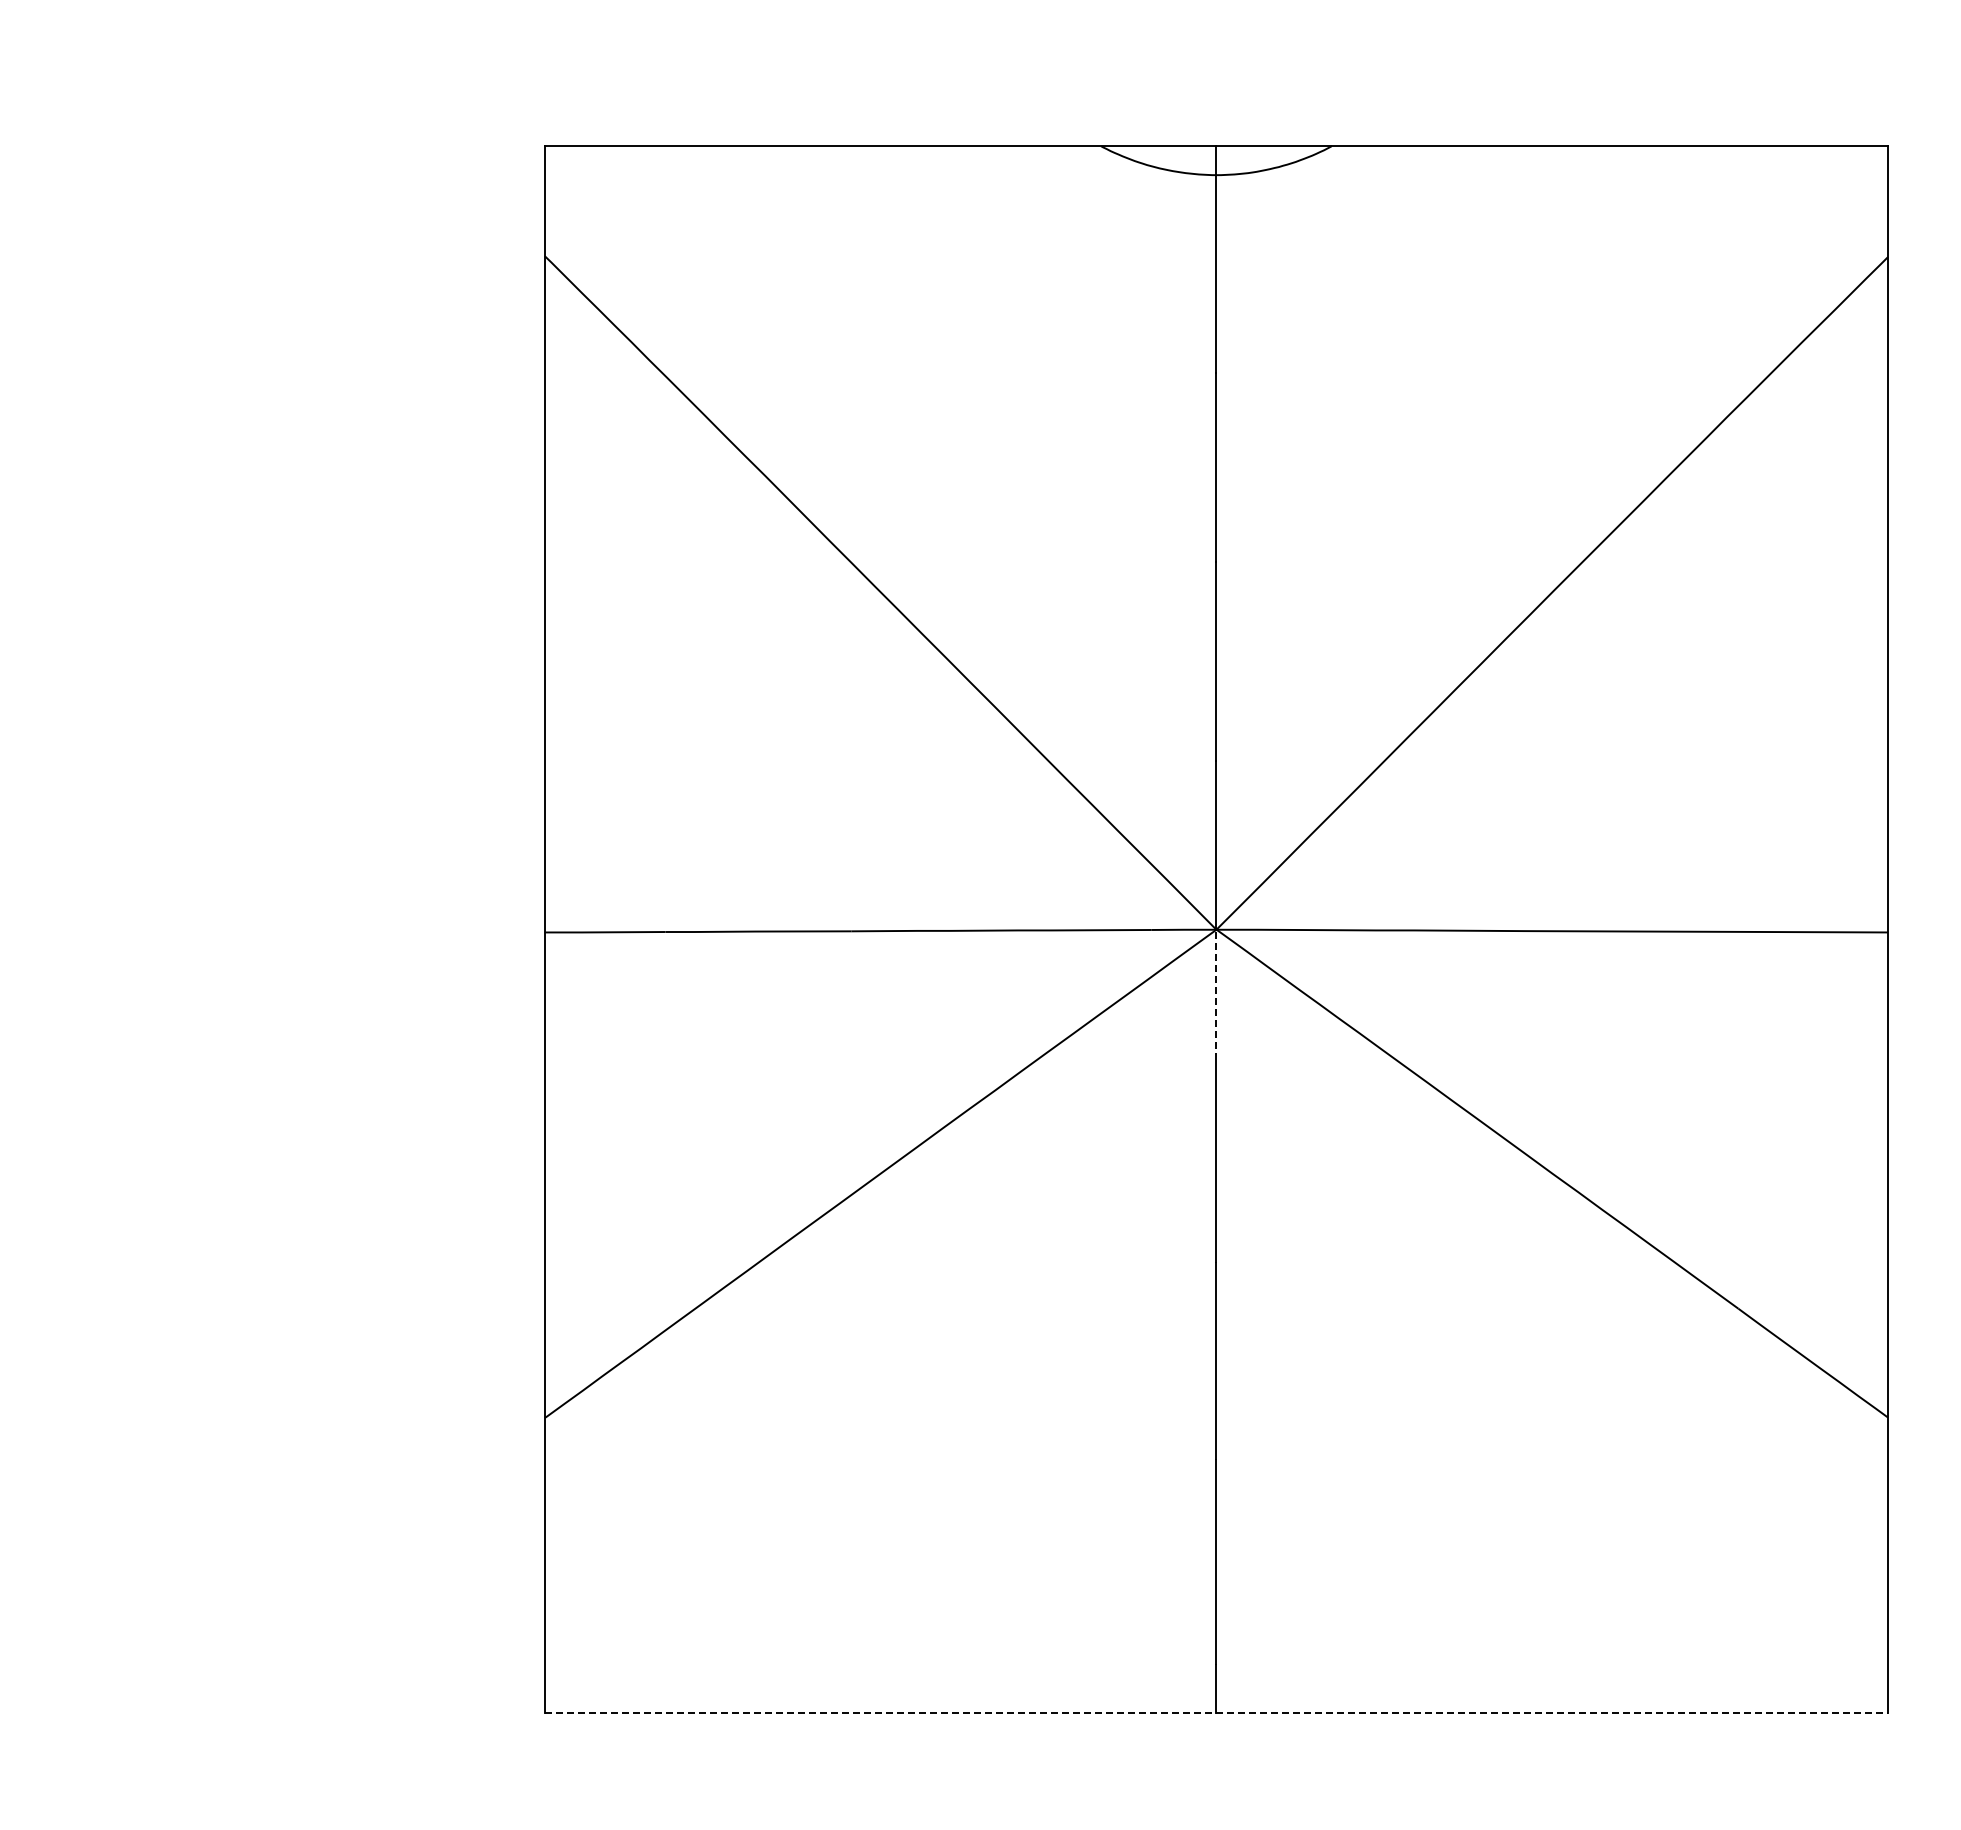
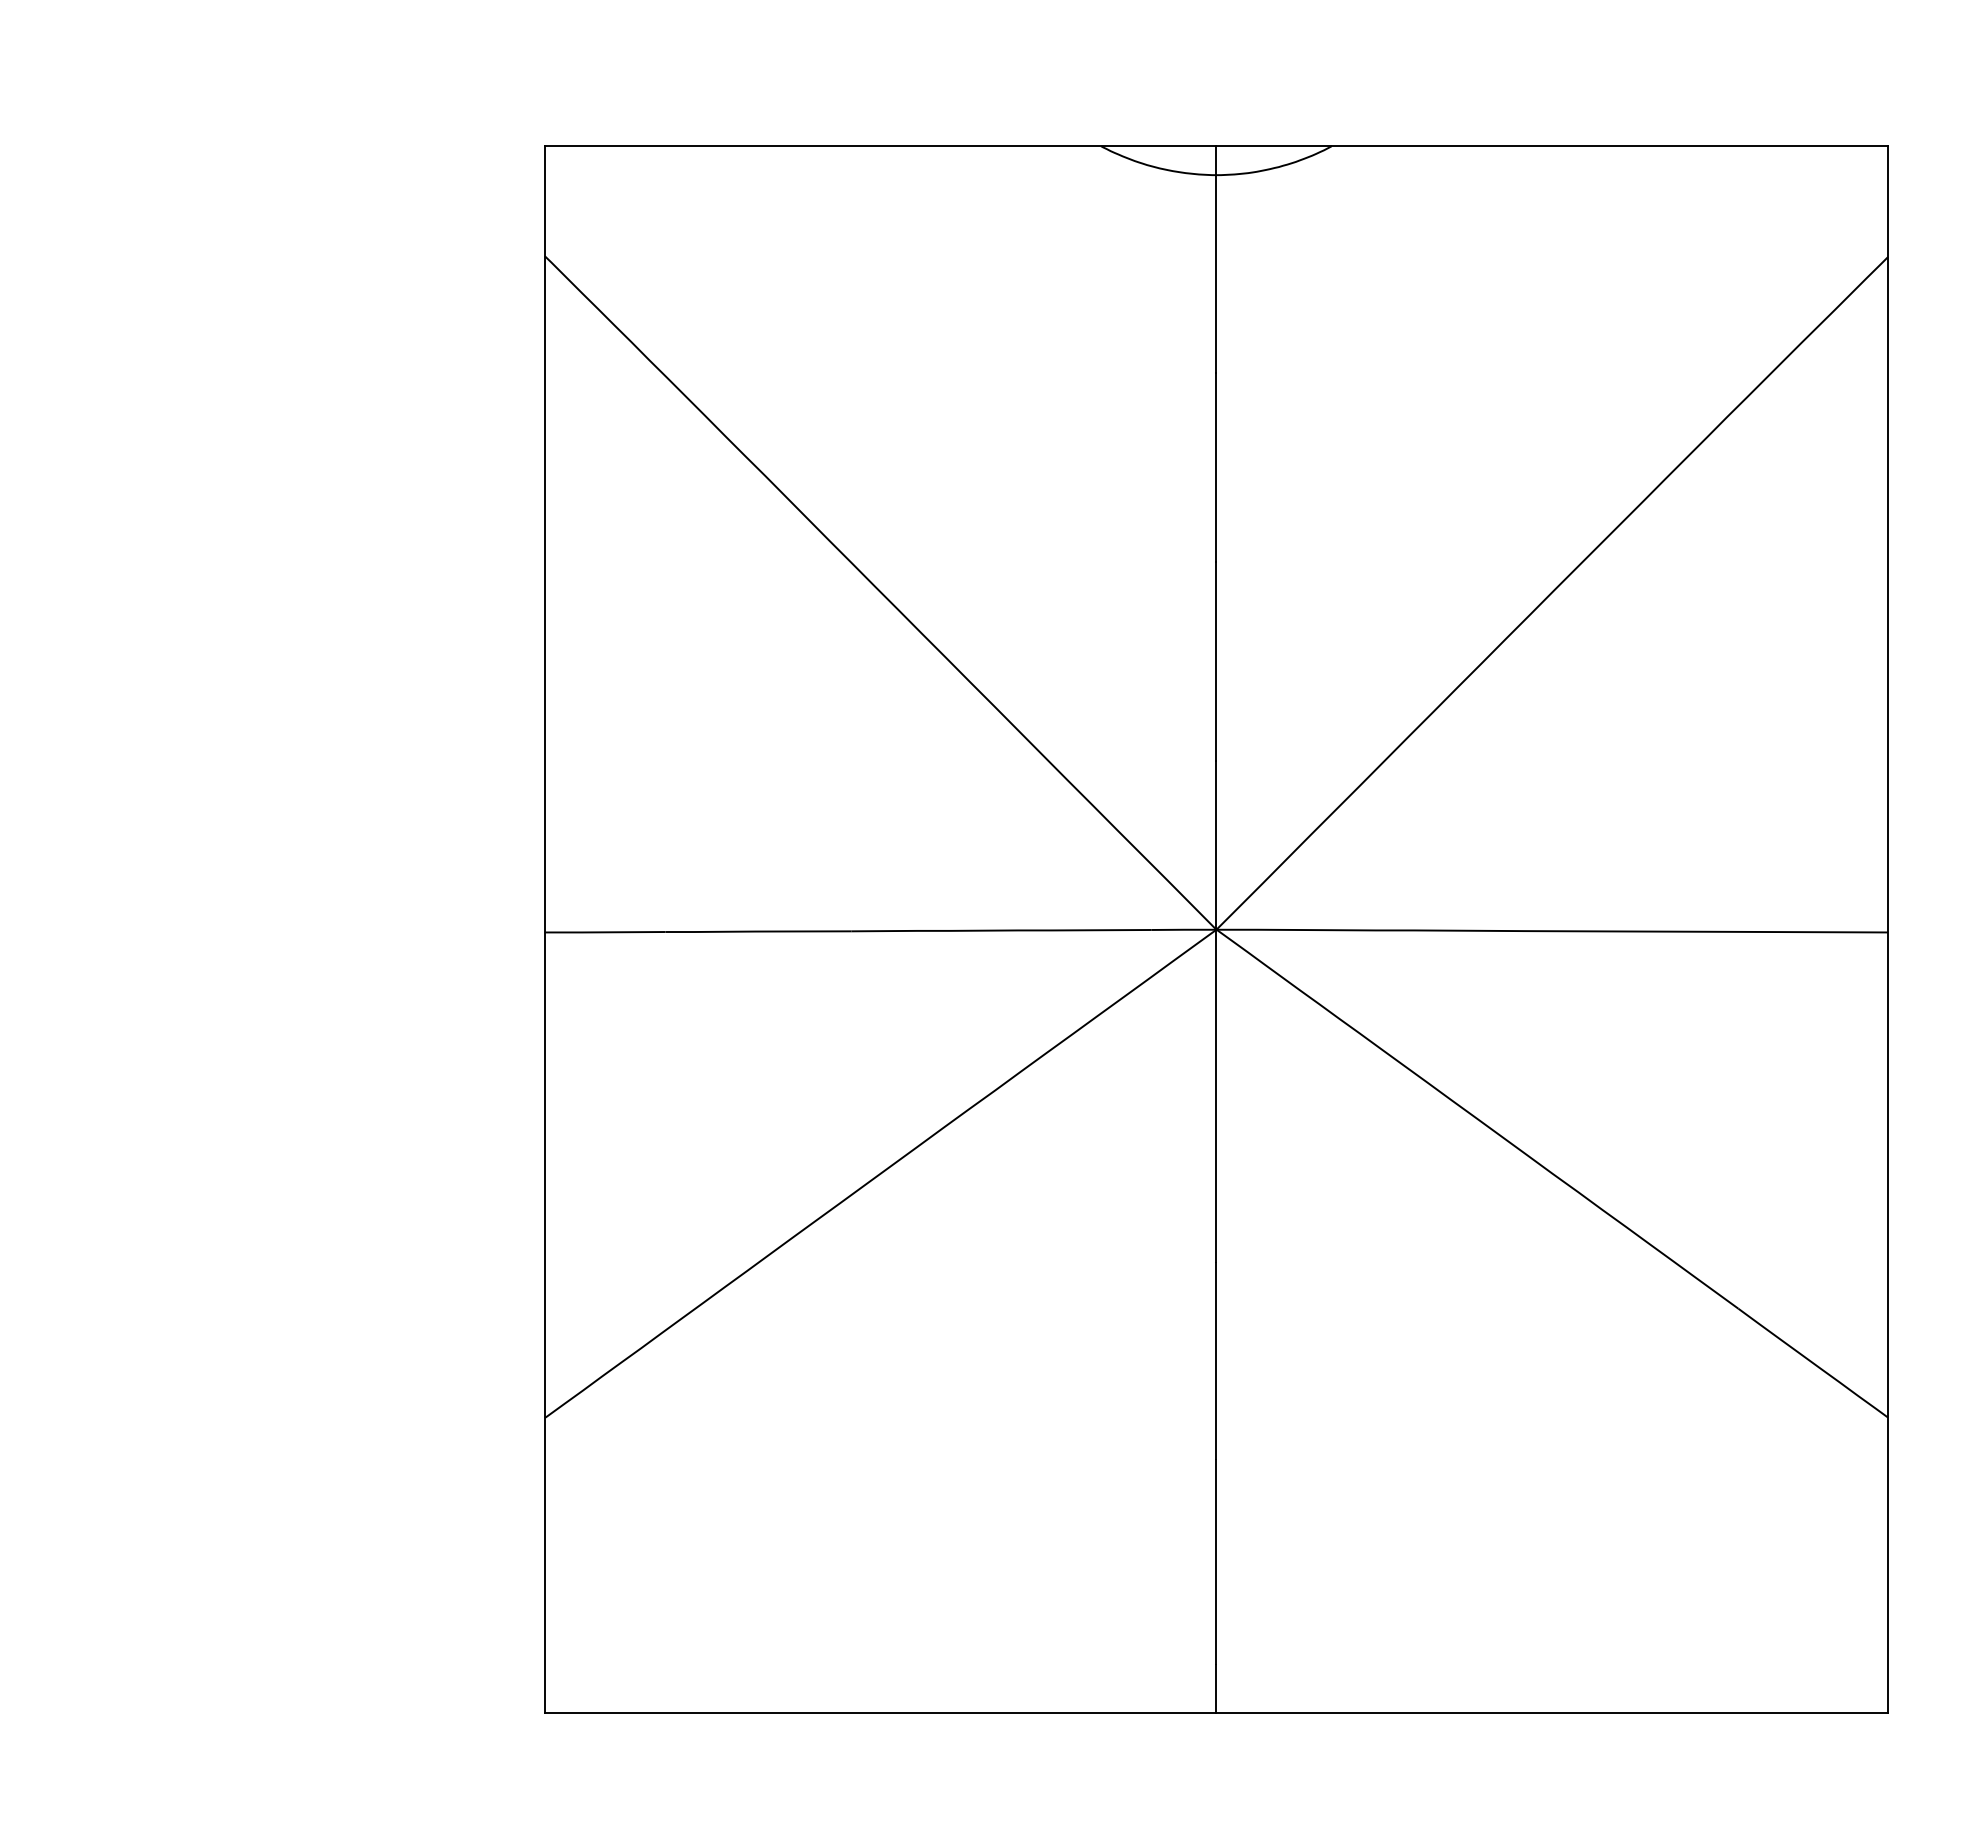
line at (1216, 993): dashed -> solid
line at (1216, 1713): dashed -> solid
